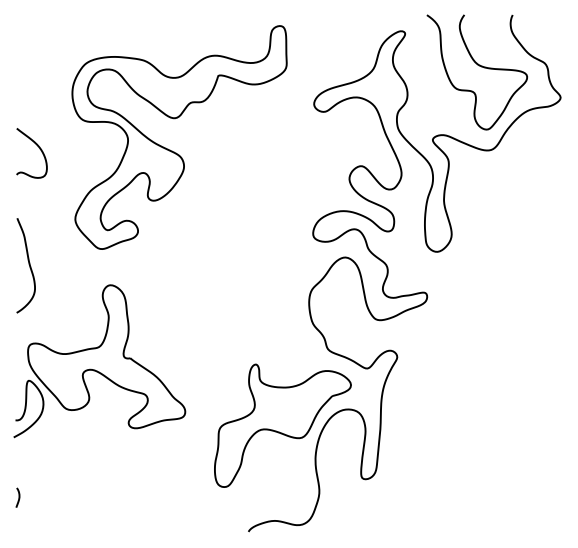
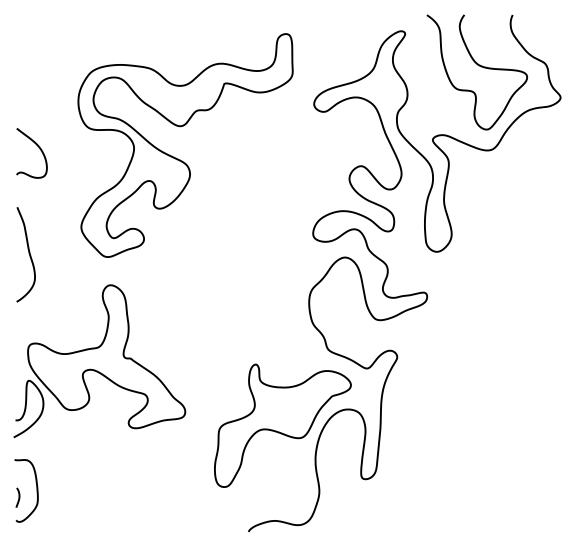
part at (172, 150) position: (172, 150) -> (178, 158)
curve at (28, 264) position: (28, 264) -> (28, 253)
curve at (36, 490): none -> present
